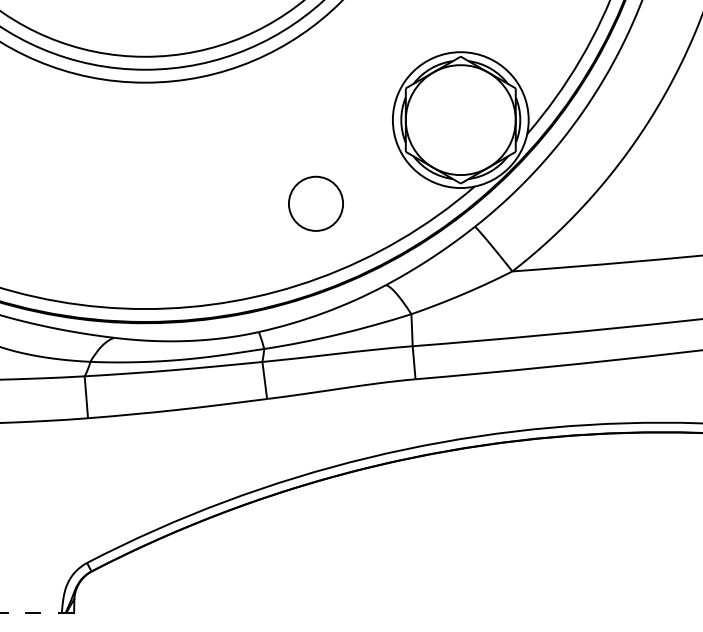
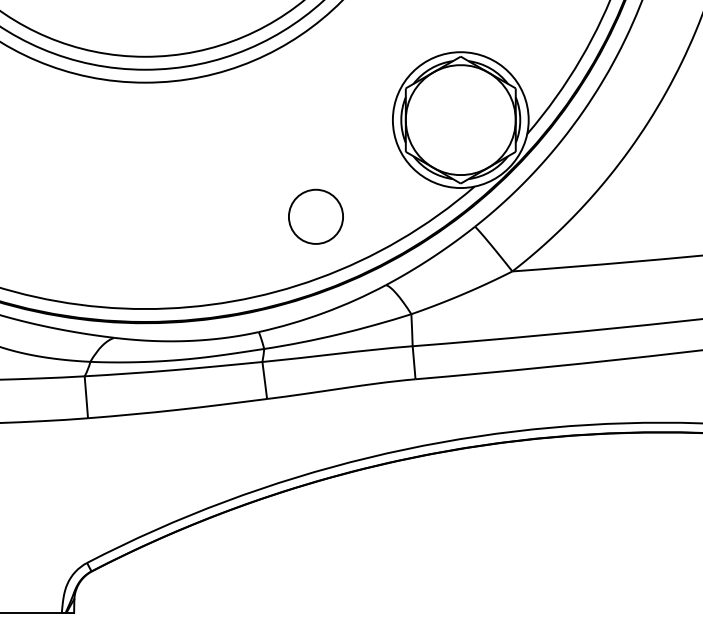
circle at (315, 203) position: (315, 203) -> (315, 216)
line at (30, 612): dashed -> solid
